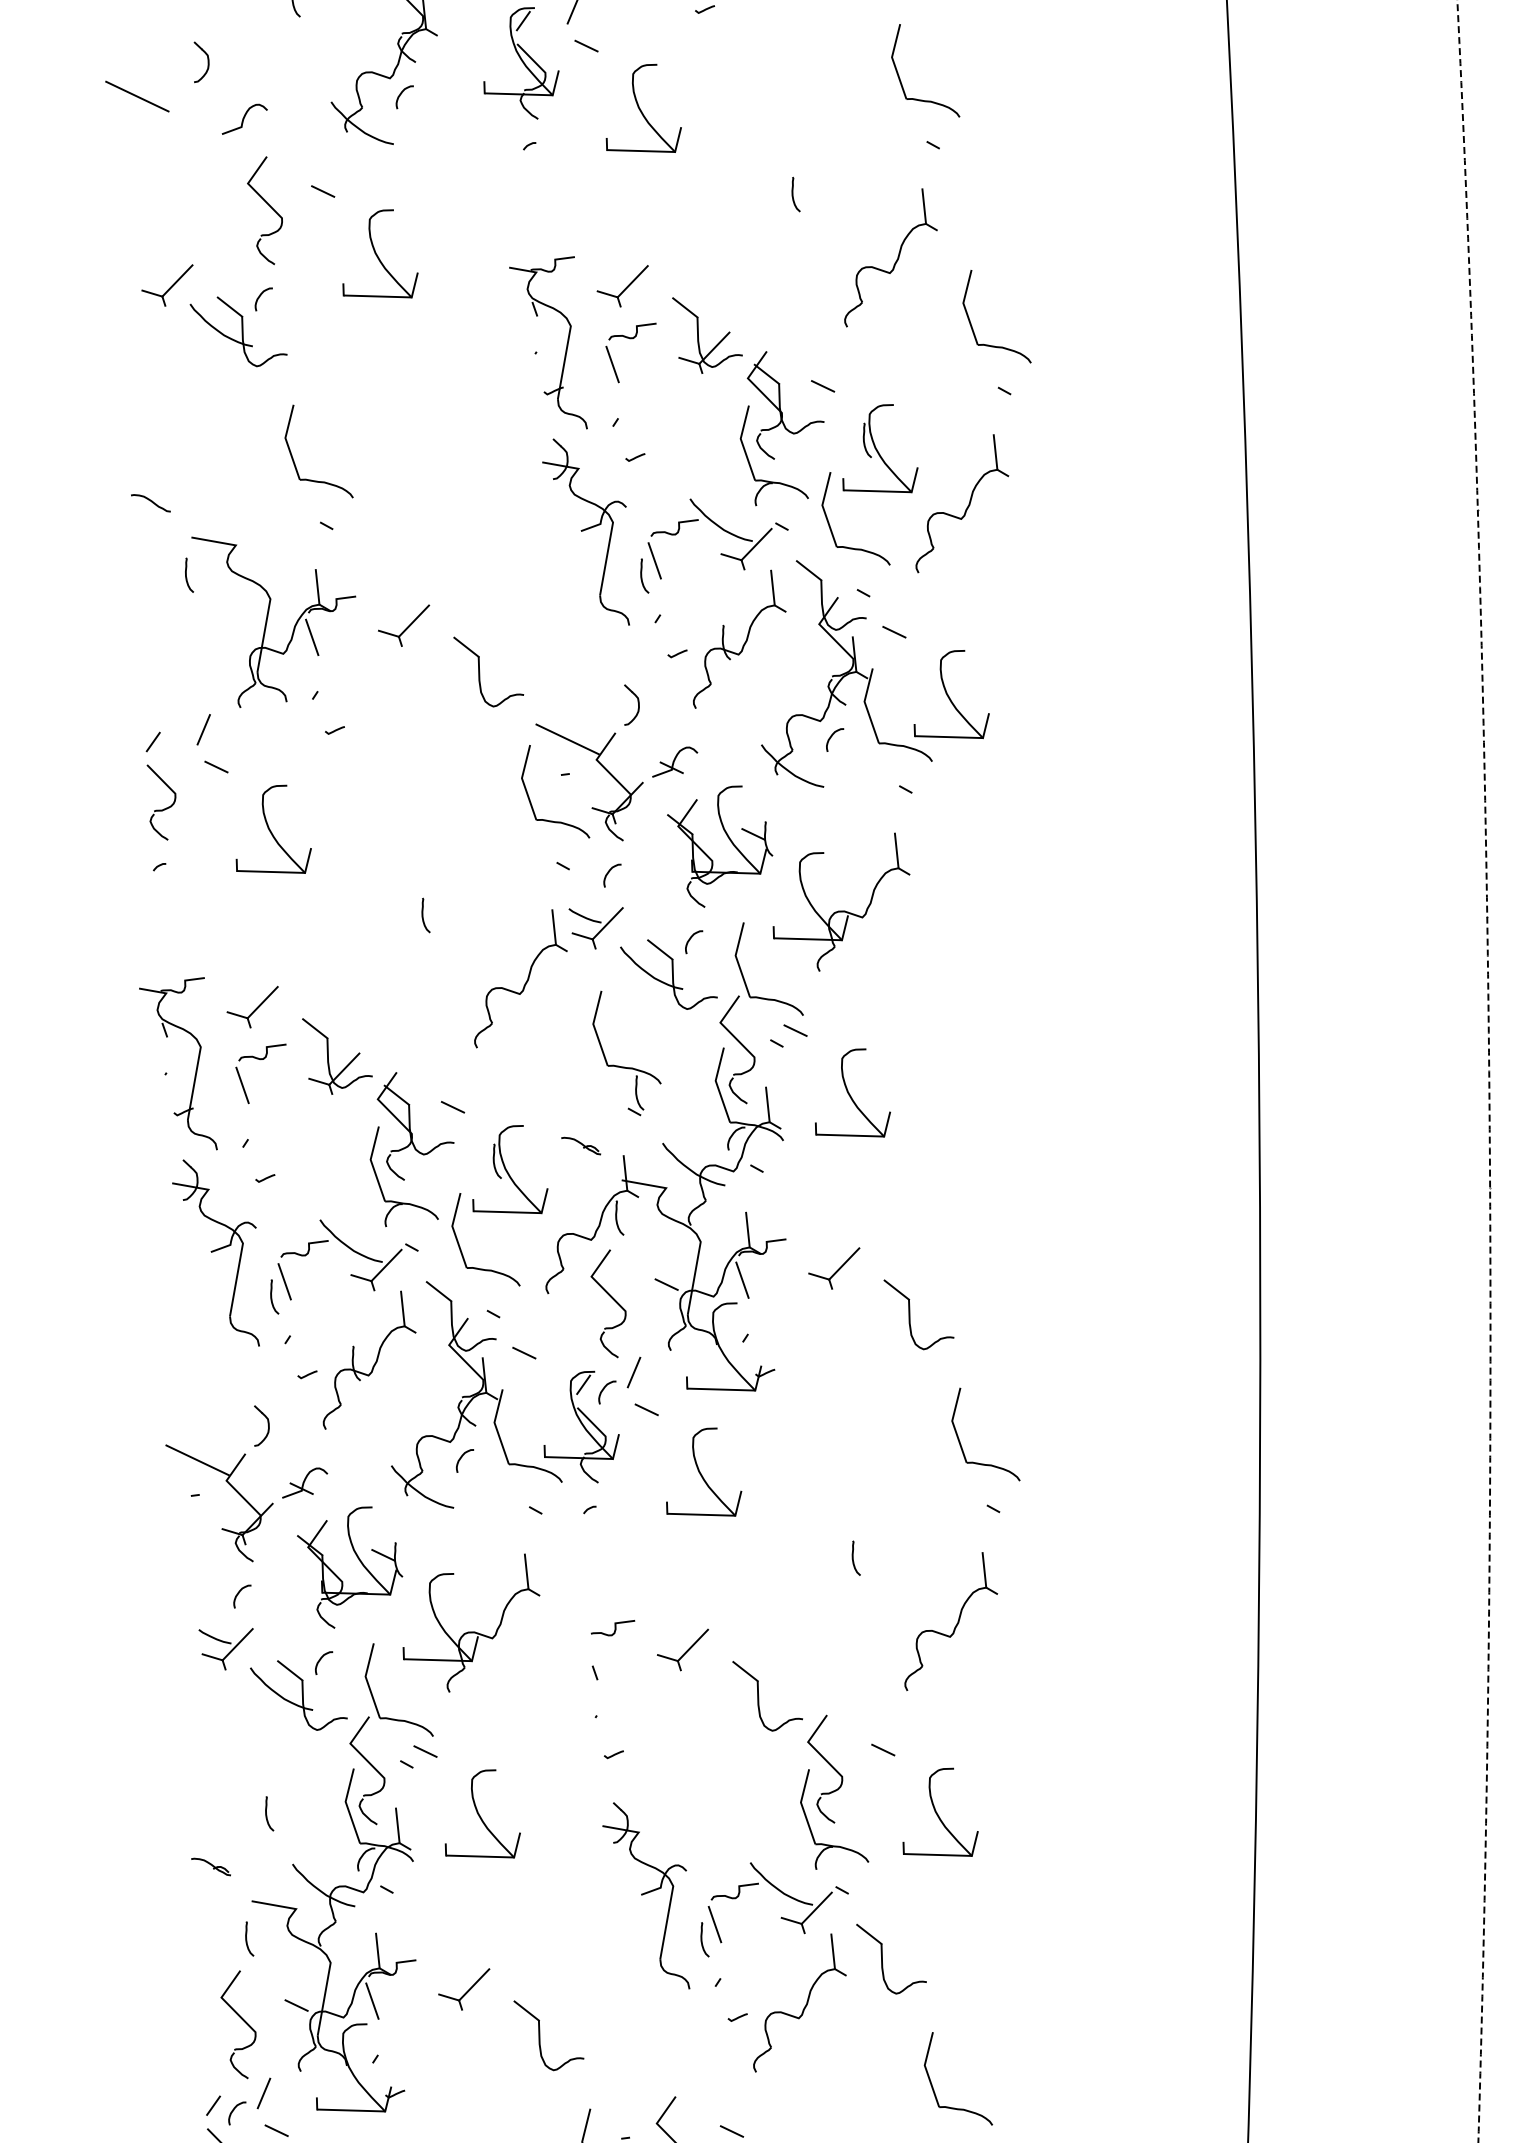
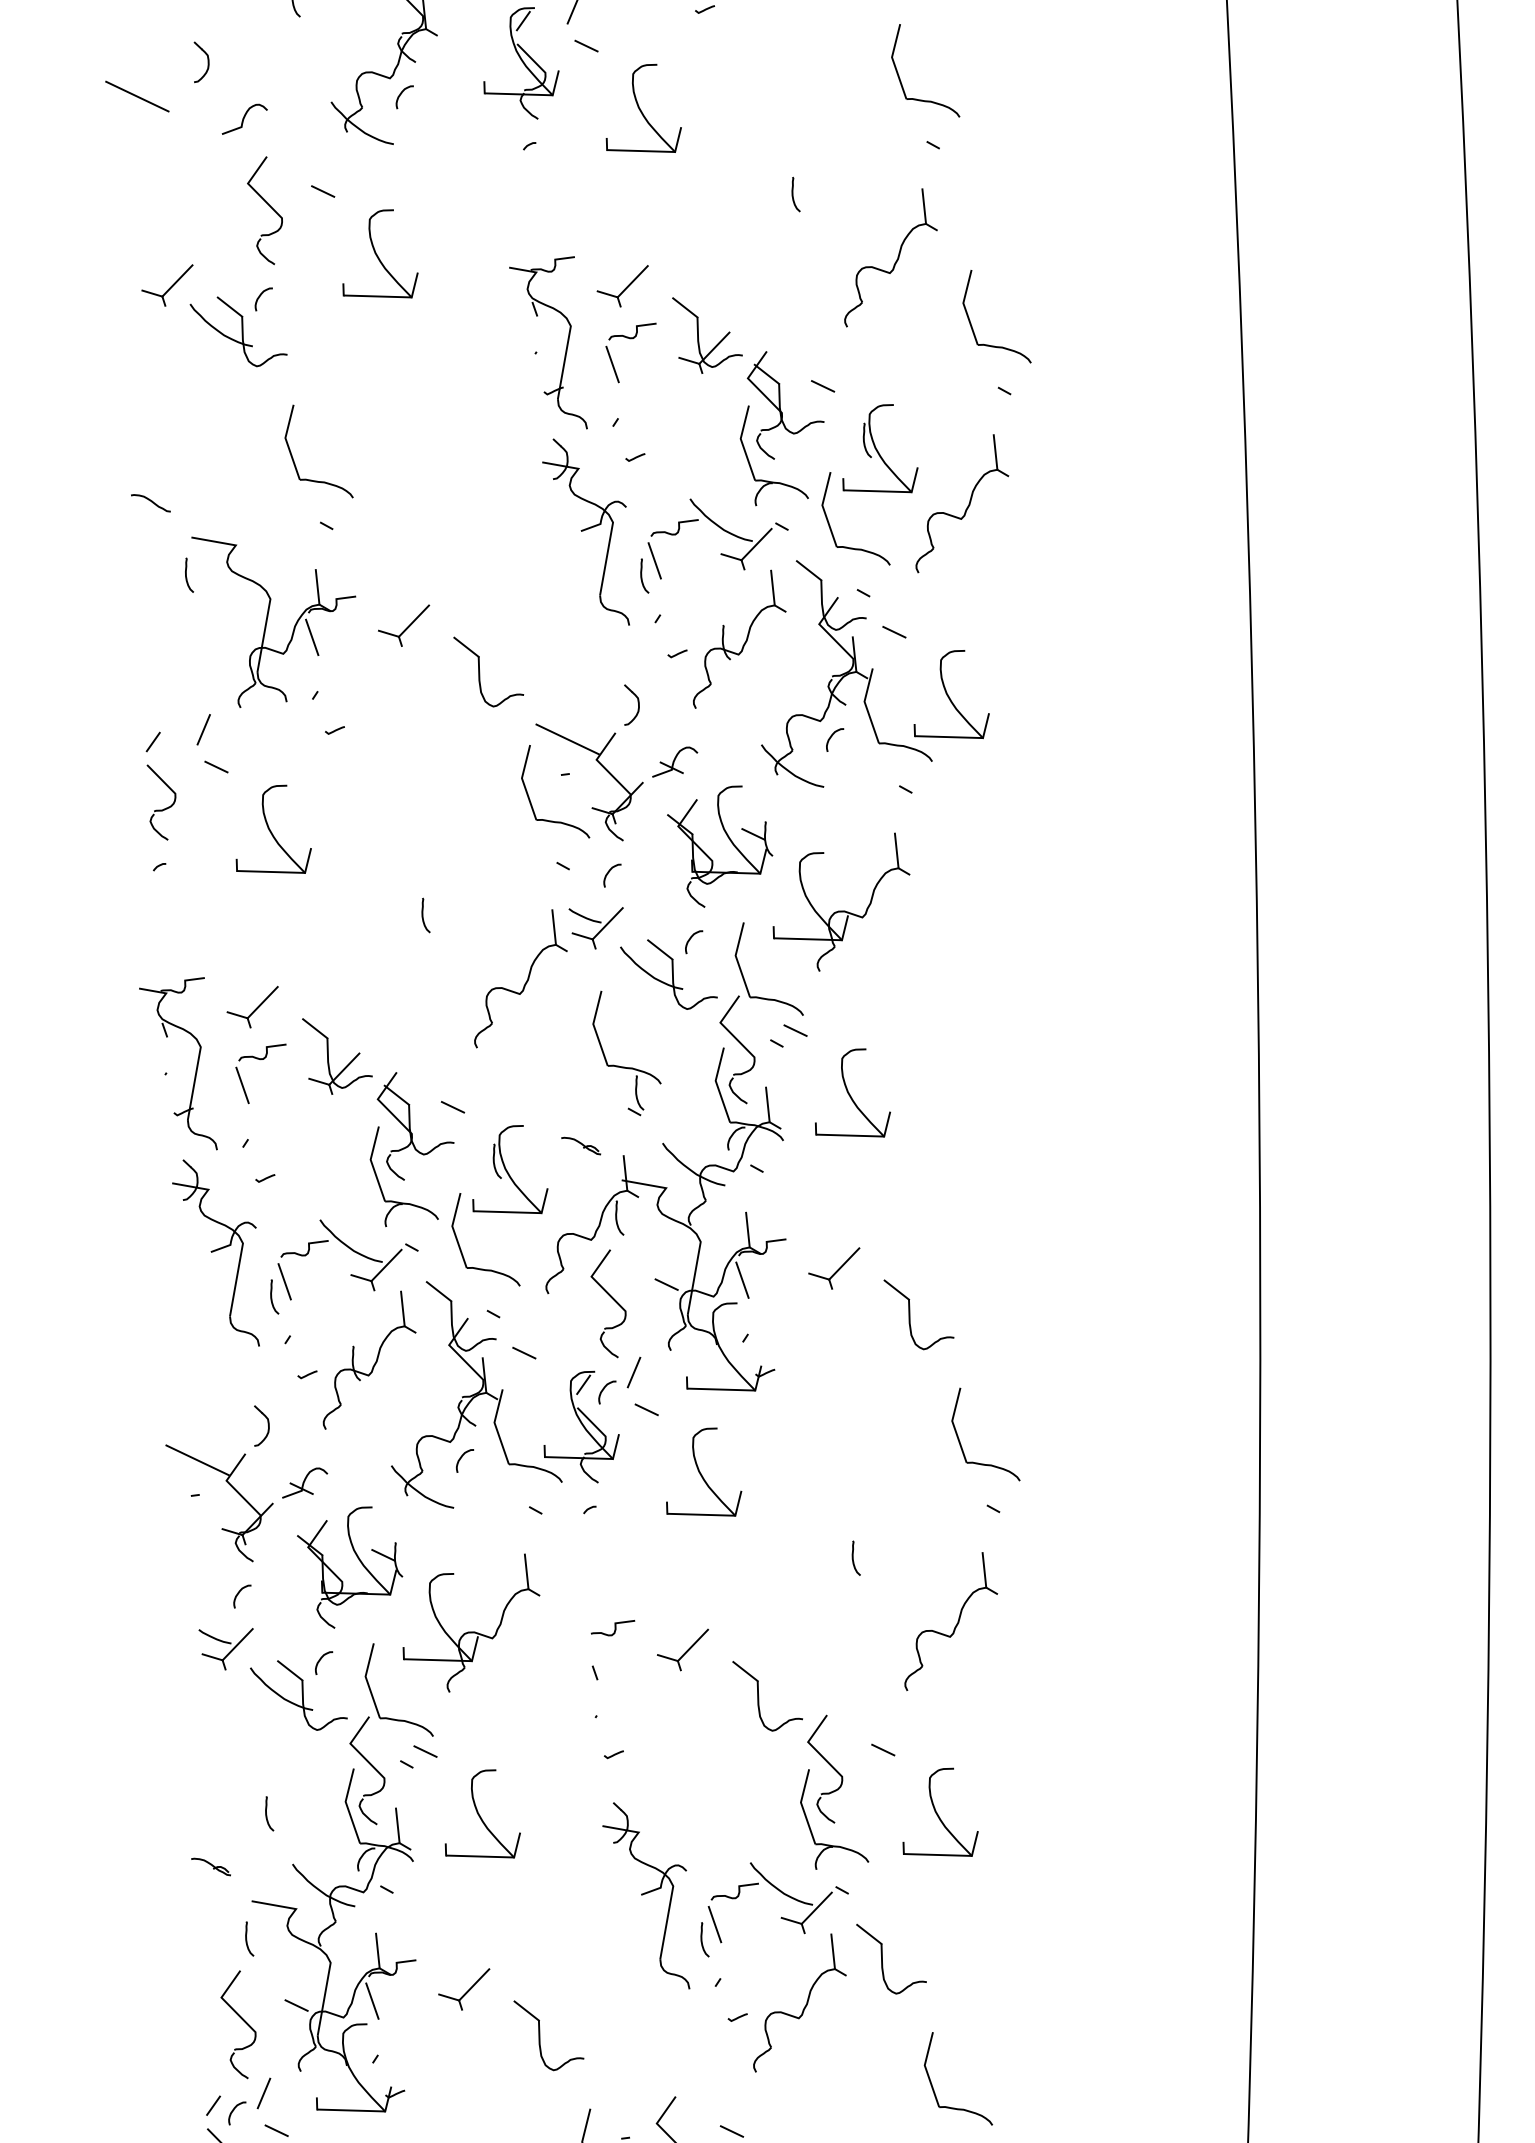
arc at (1489, 1070): dashed -> solid
